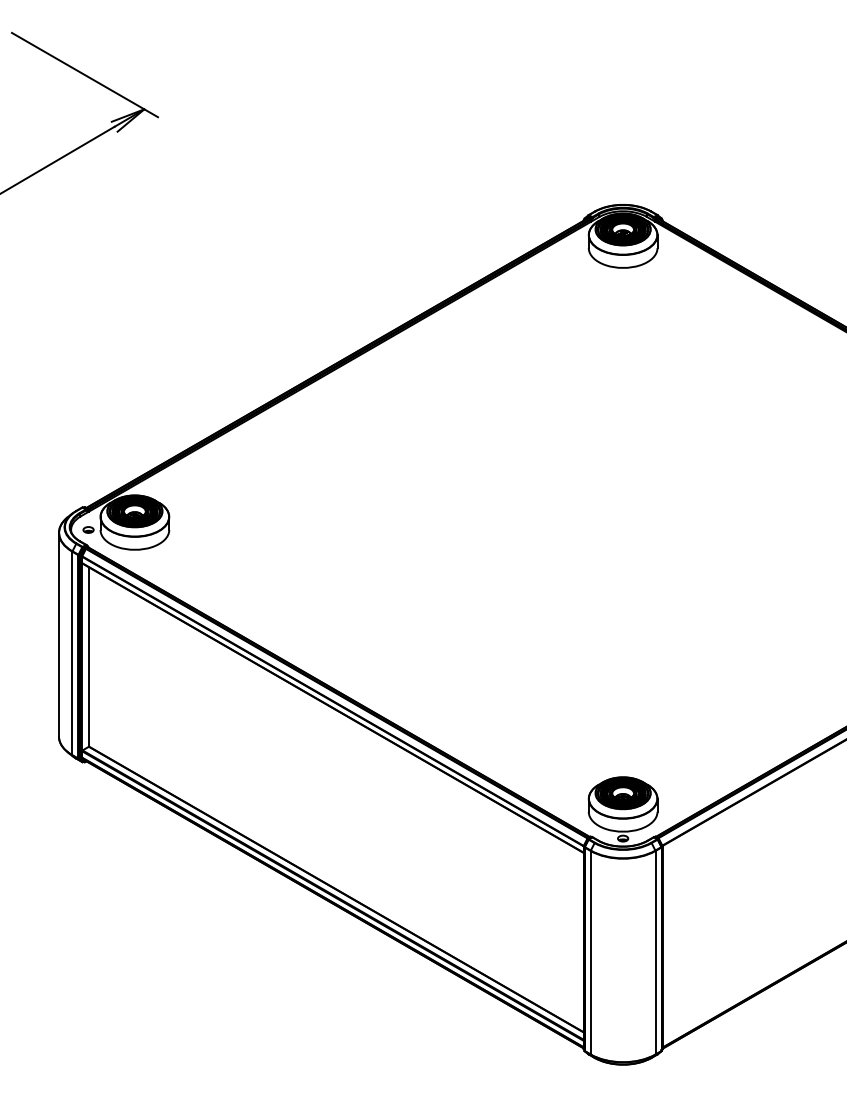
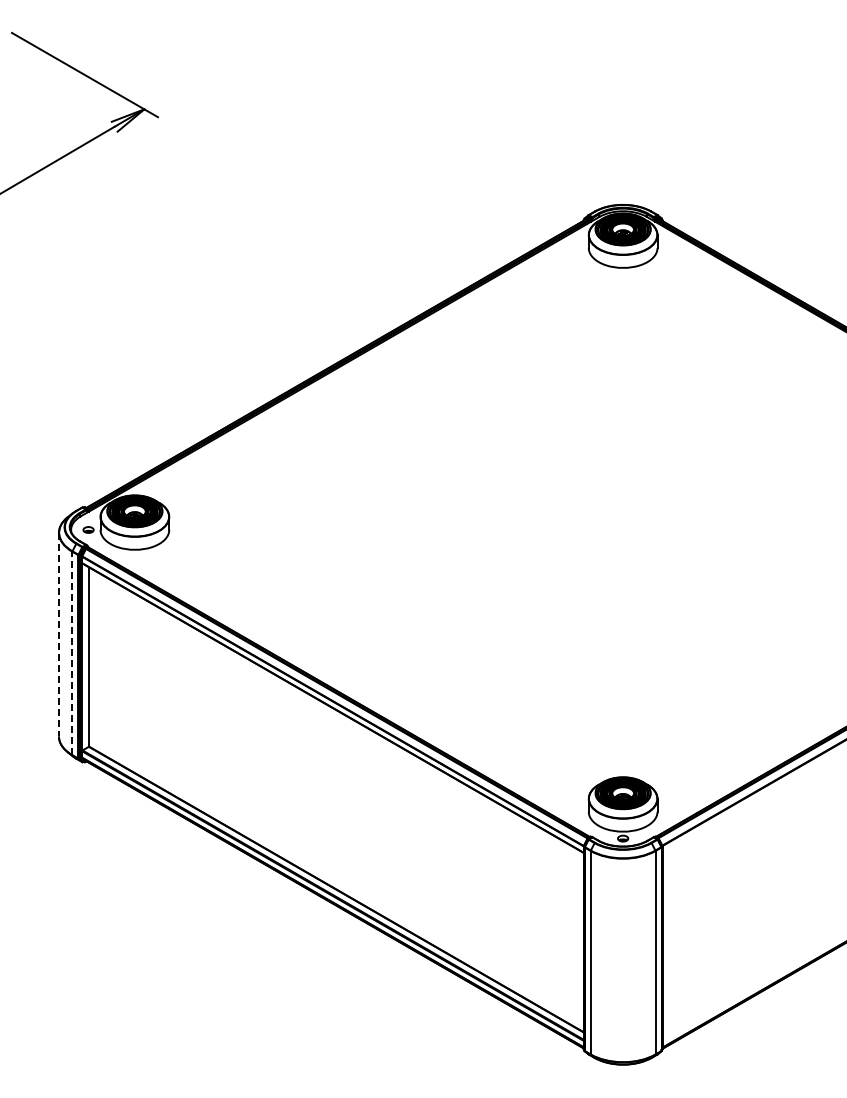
line at (58, 634): solid -> dashed
line at (72, 653): solid -> dashed
